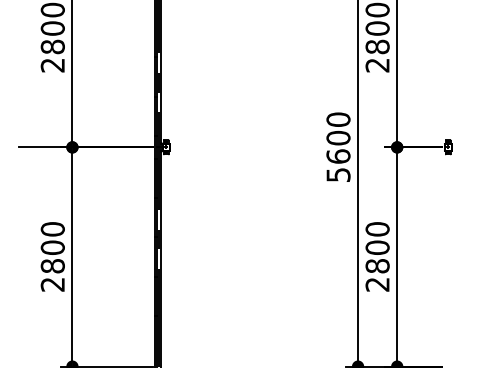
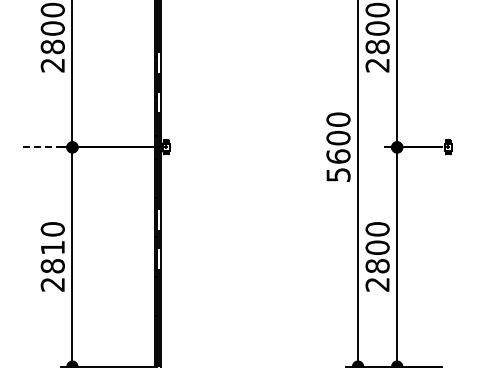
line at (40, 147): solid -> dashed
text at (52, 247): 2800 -> 2810
